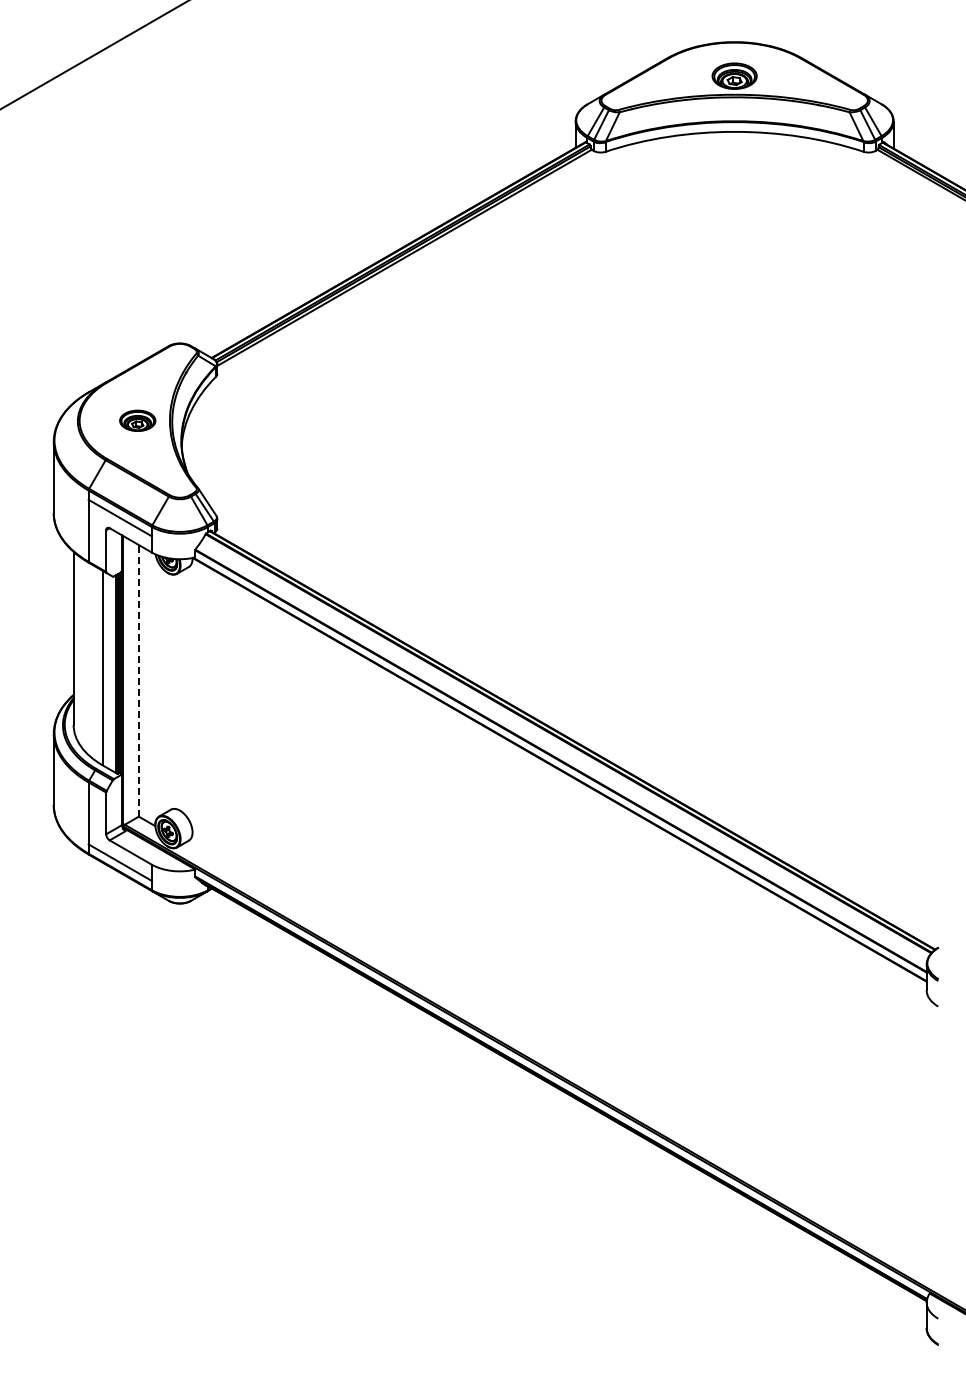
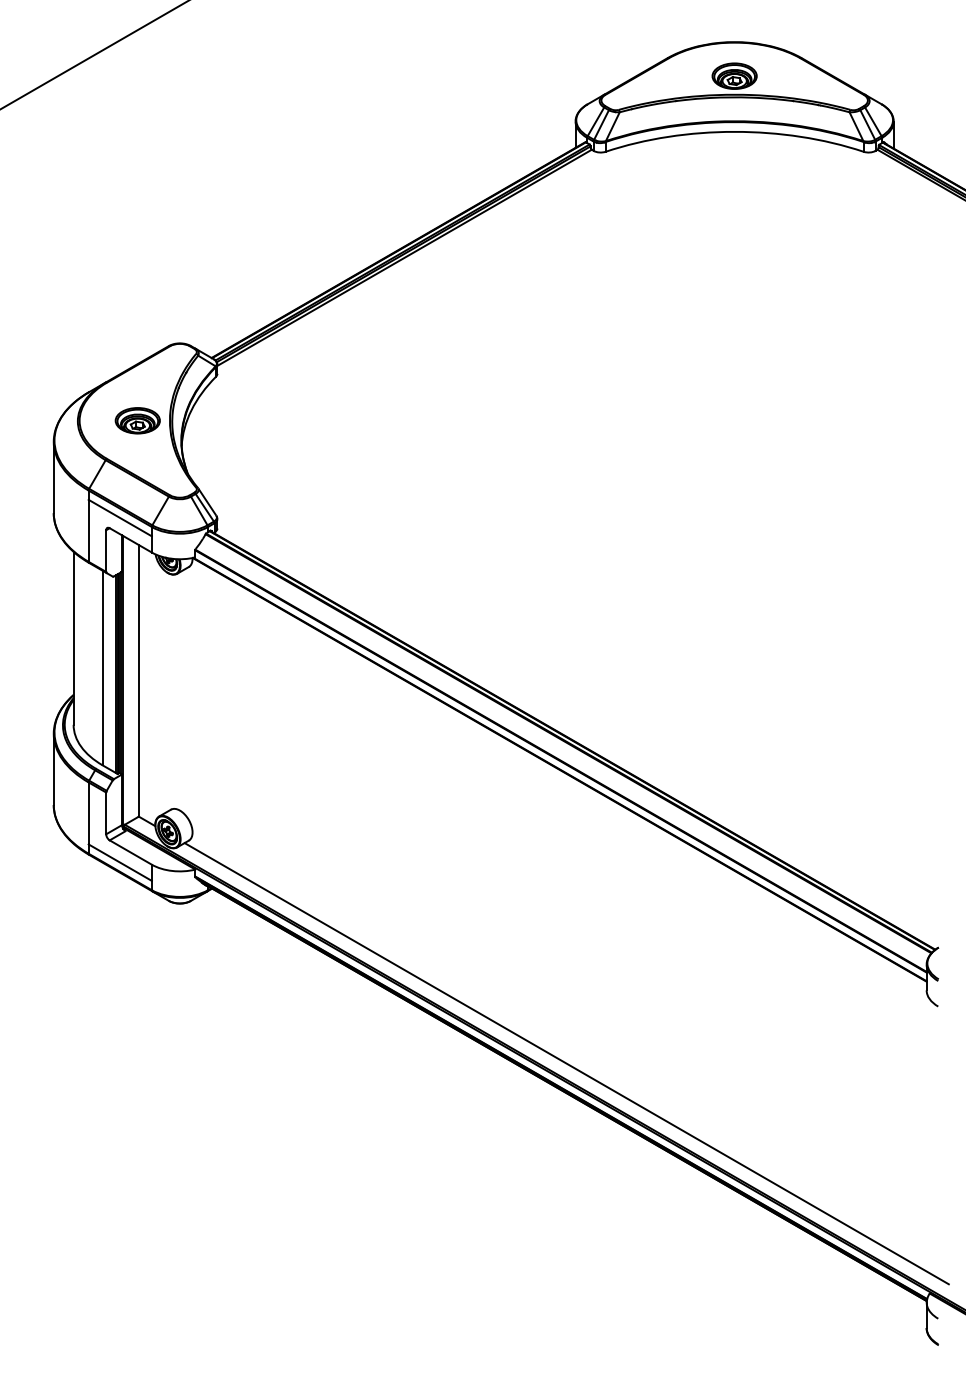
part at (137, 420) size: 38x23 px -> 47x28 px
line at (138, 680): dashed -> solid
line at (566, 1063): none -> present
